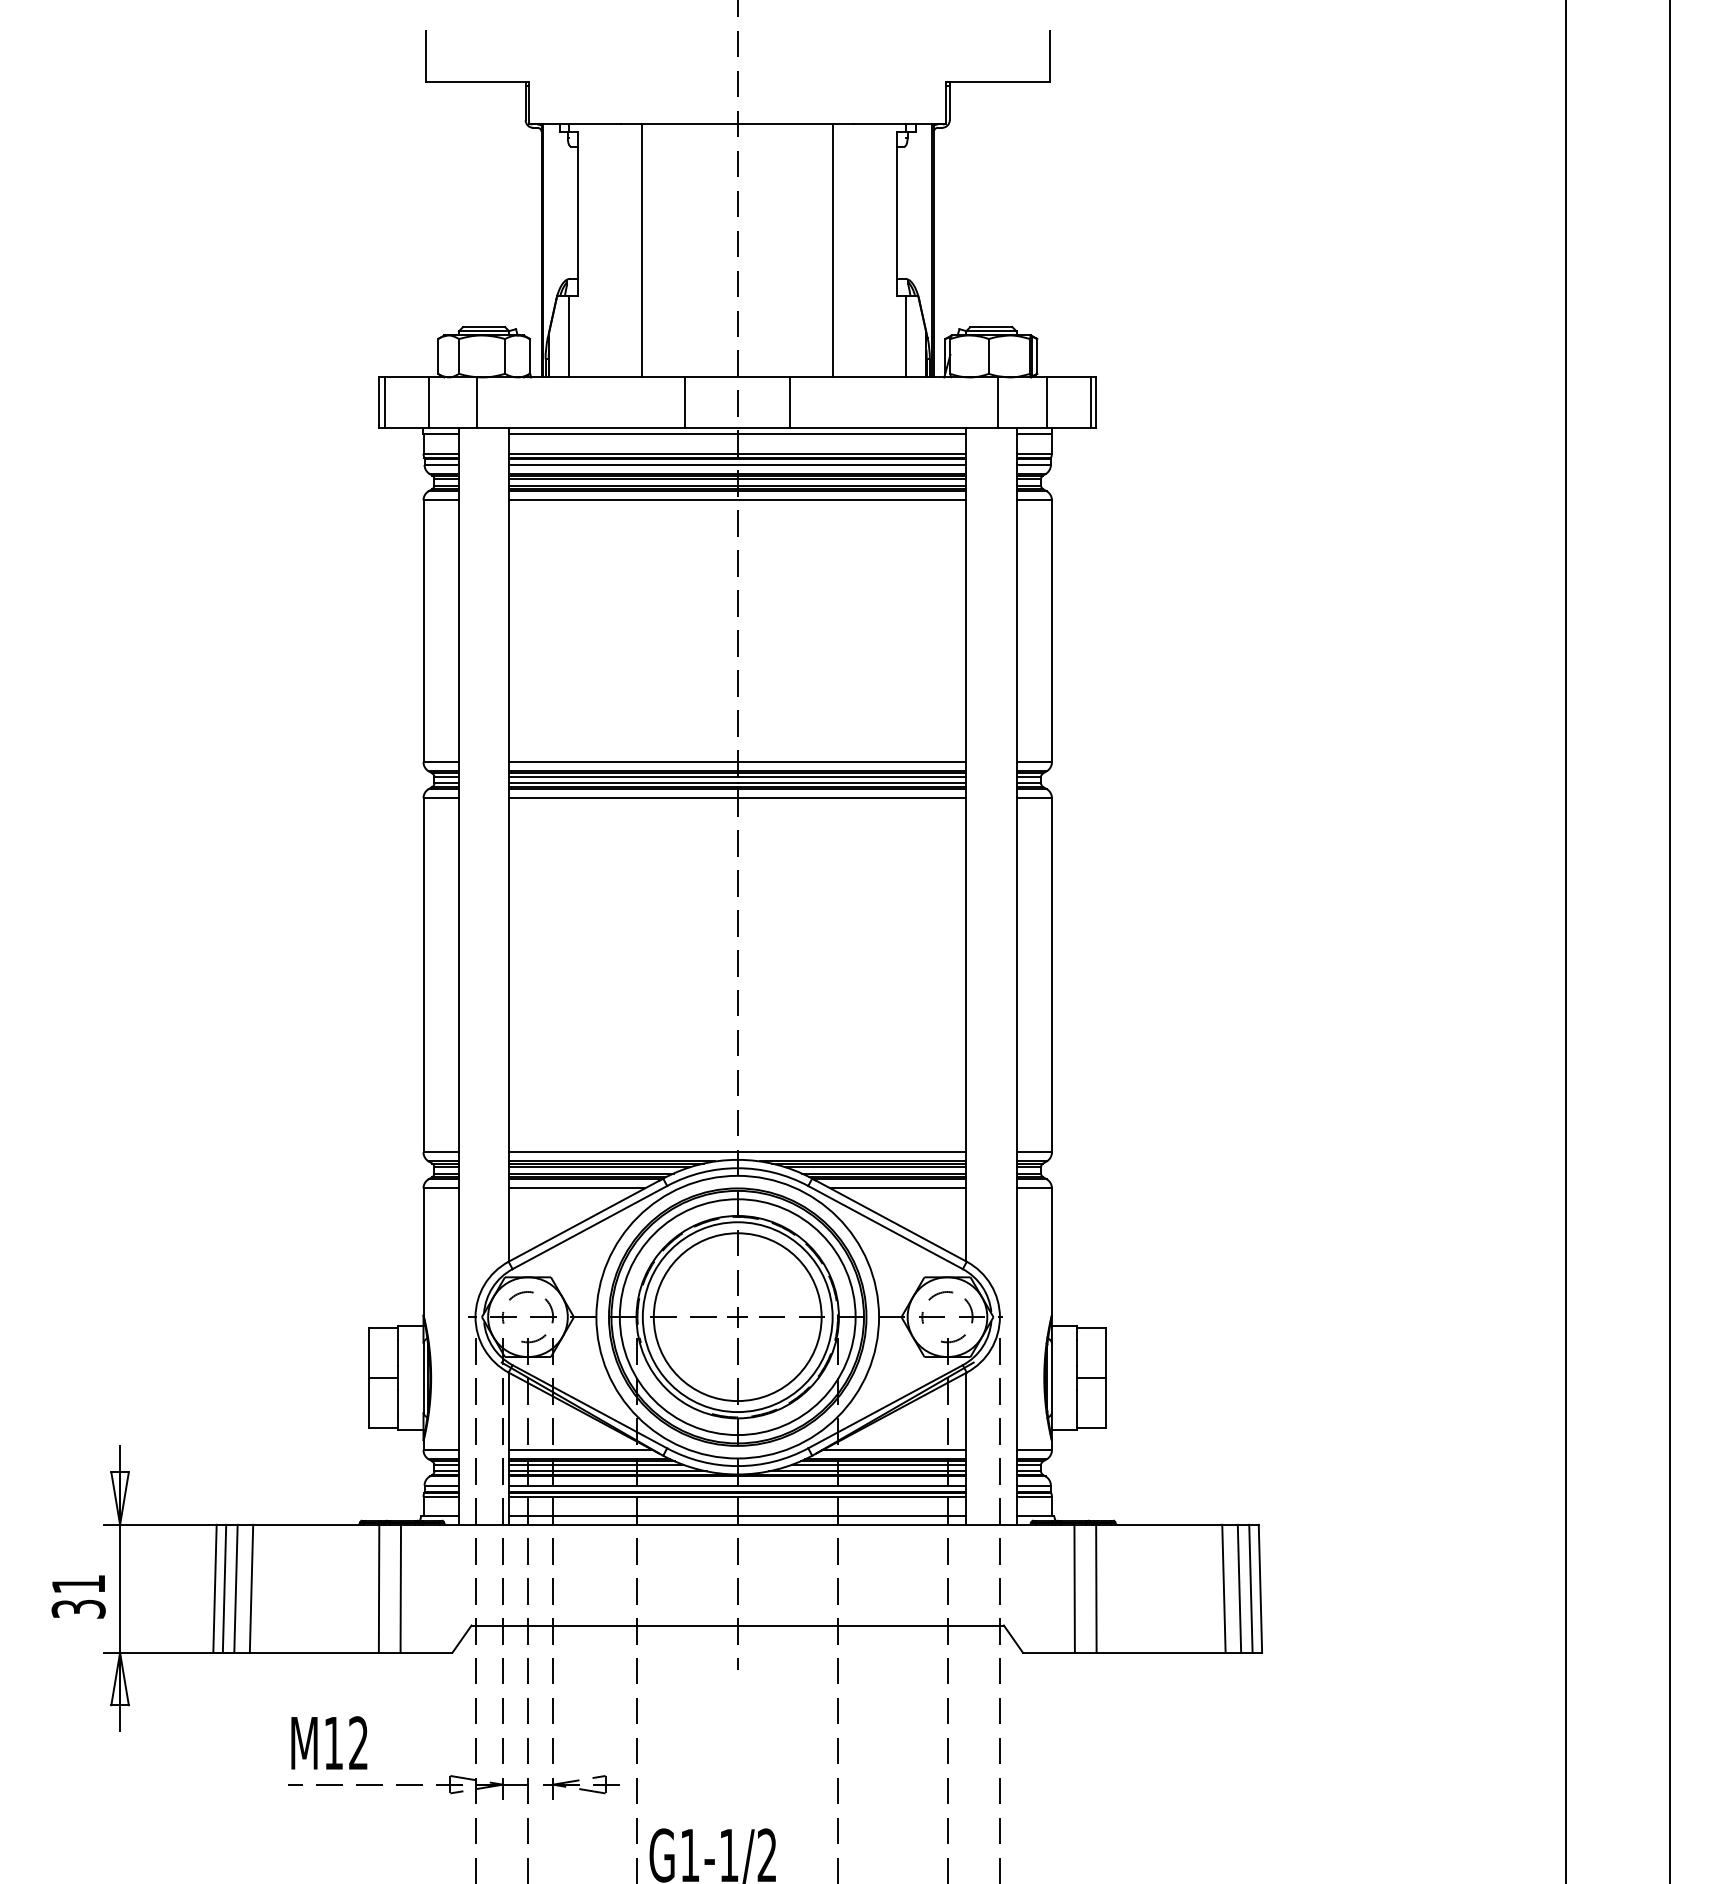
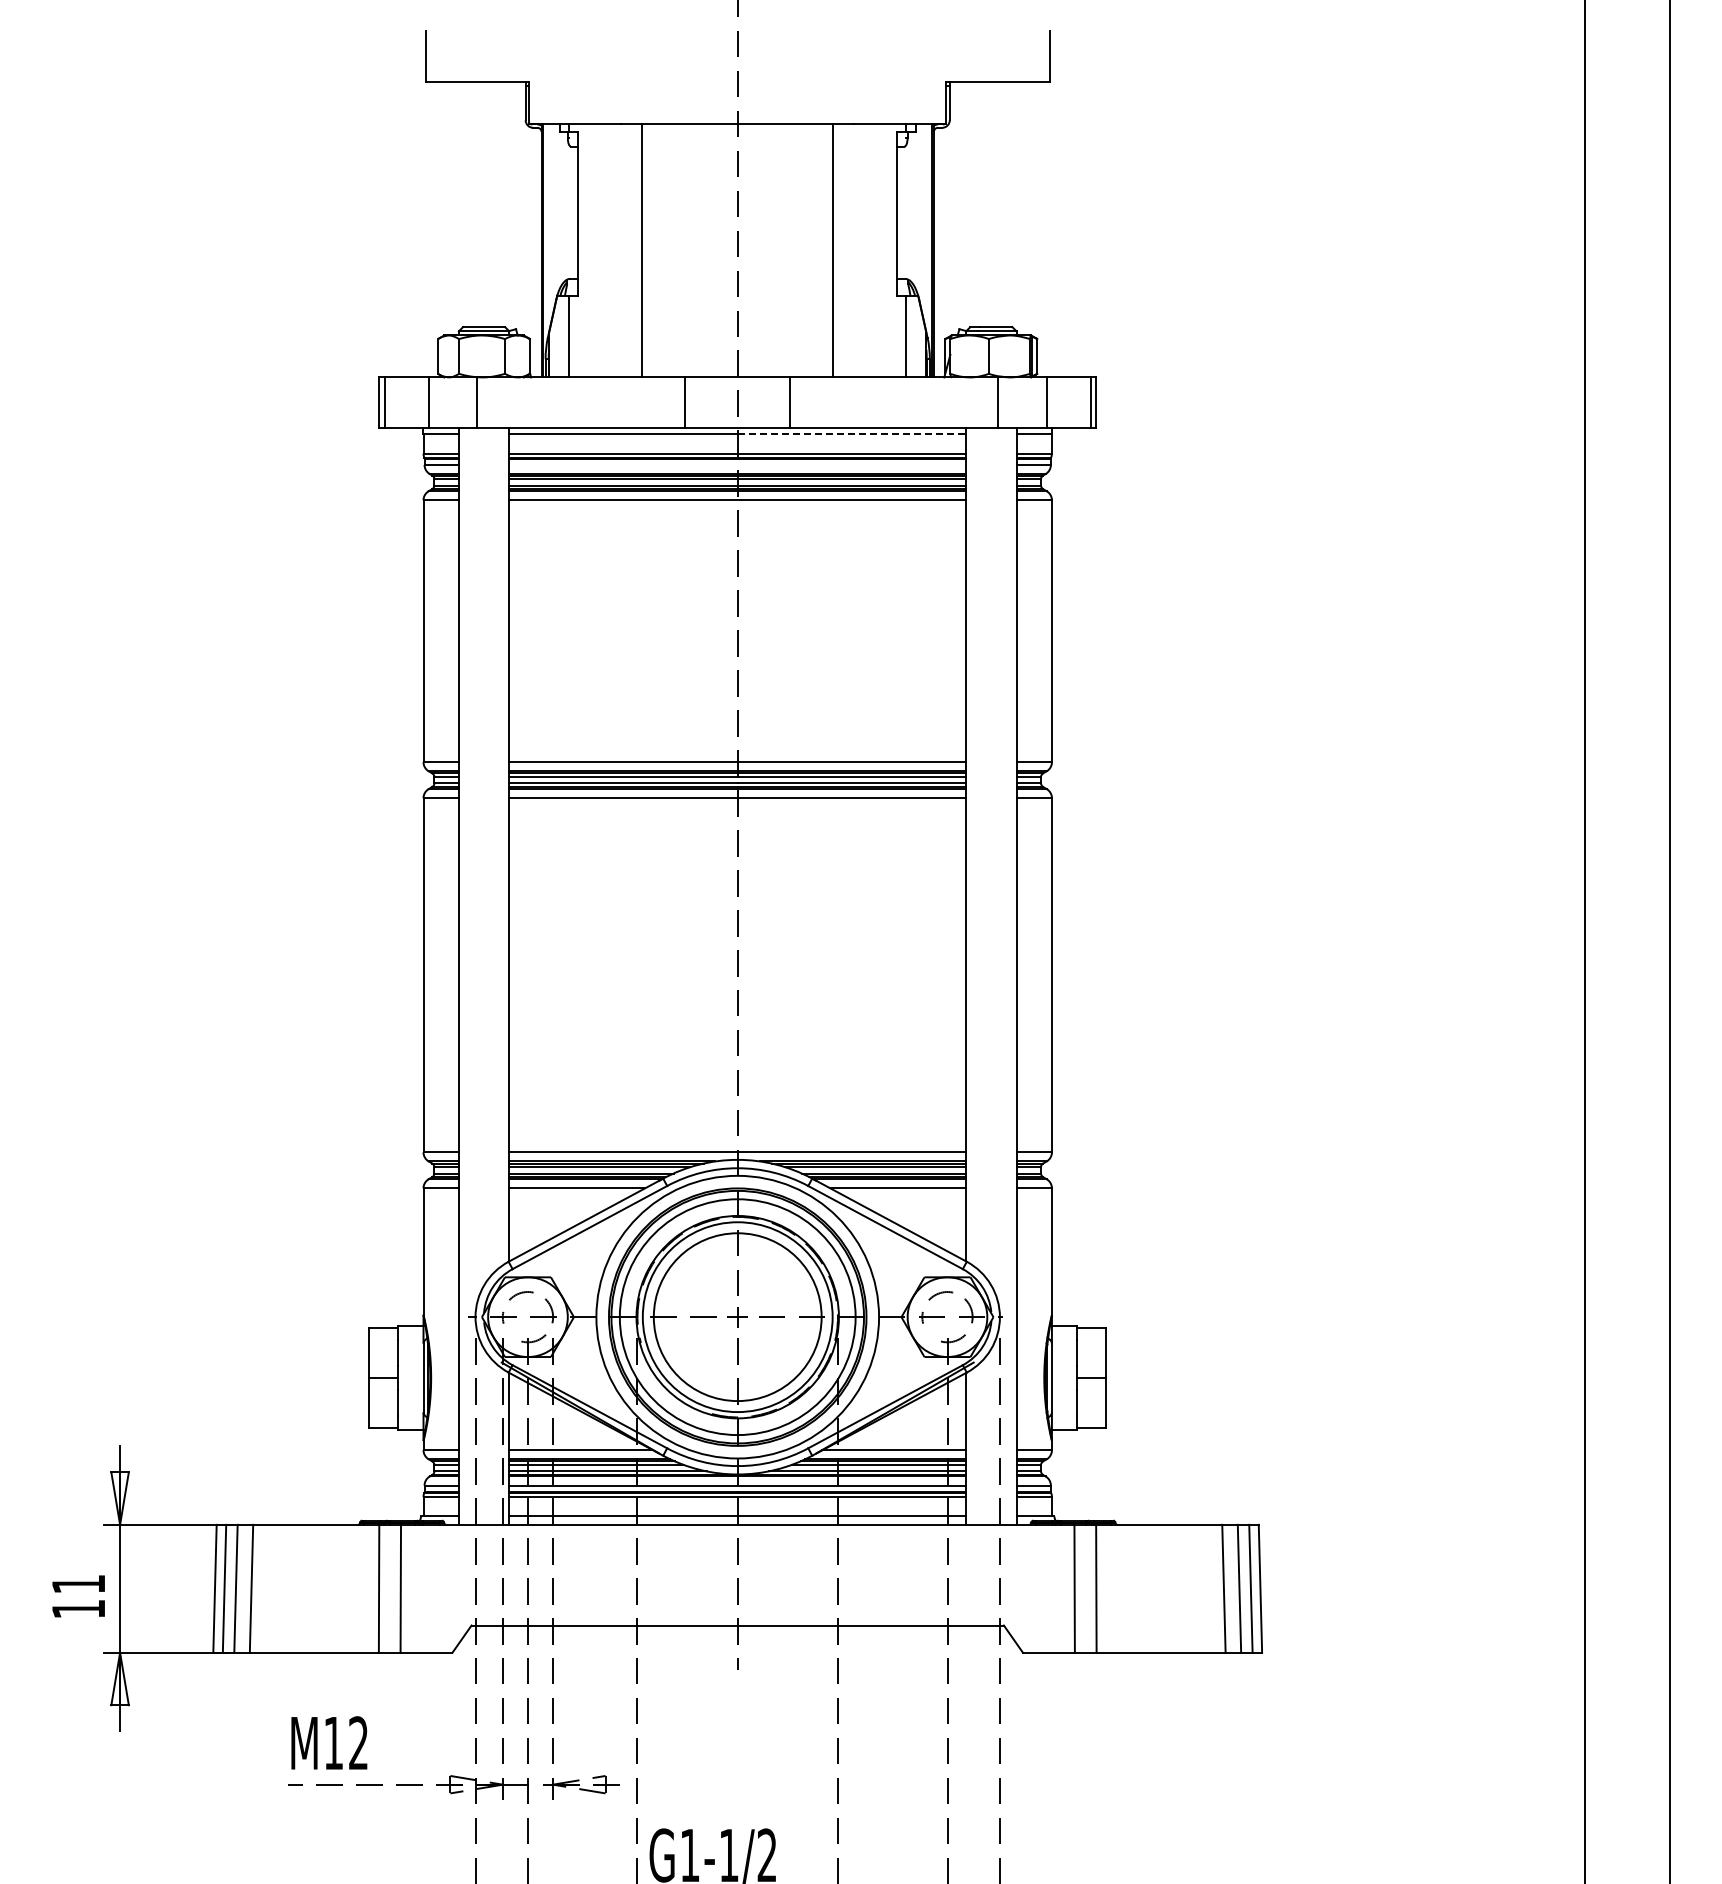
line at (852, 434): solid -> dashed
line at (737, 464): present -> none
line at (1565, 941) position: (1565, 941) -> (1584, 941)
text at (78, 1608): 31 -> 11
